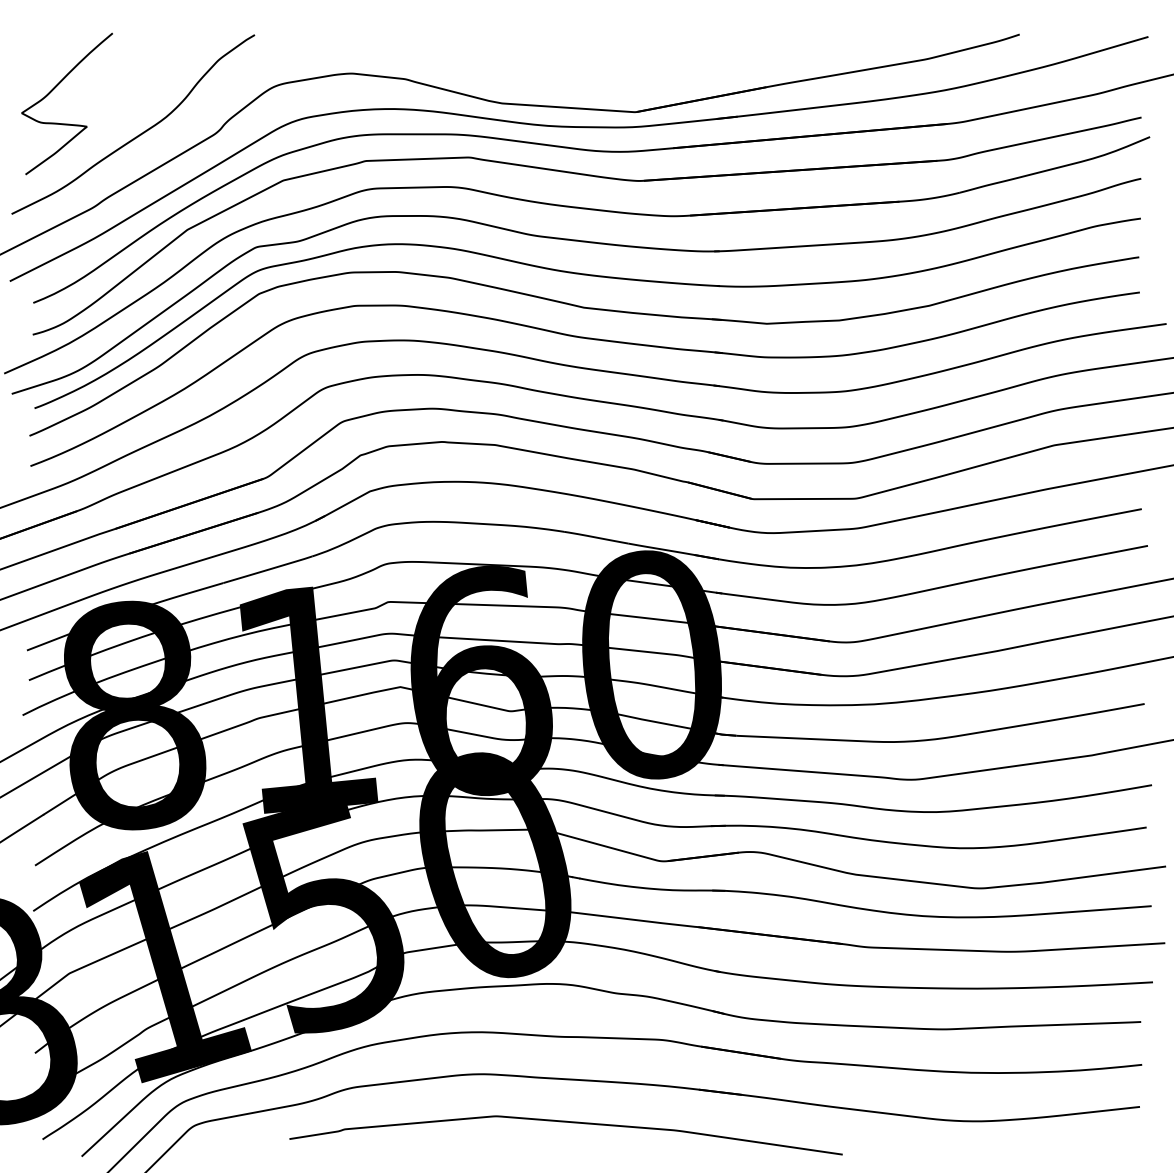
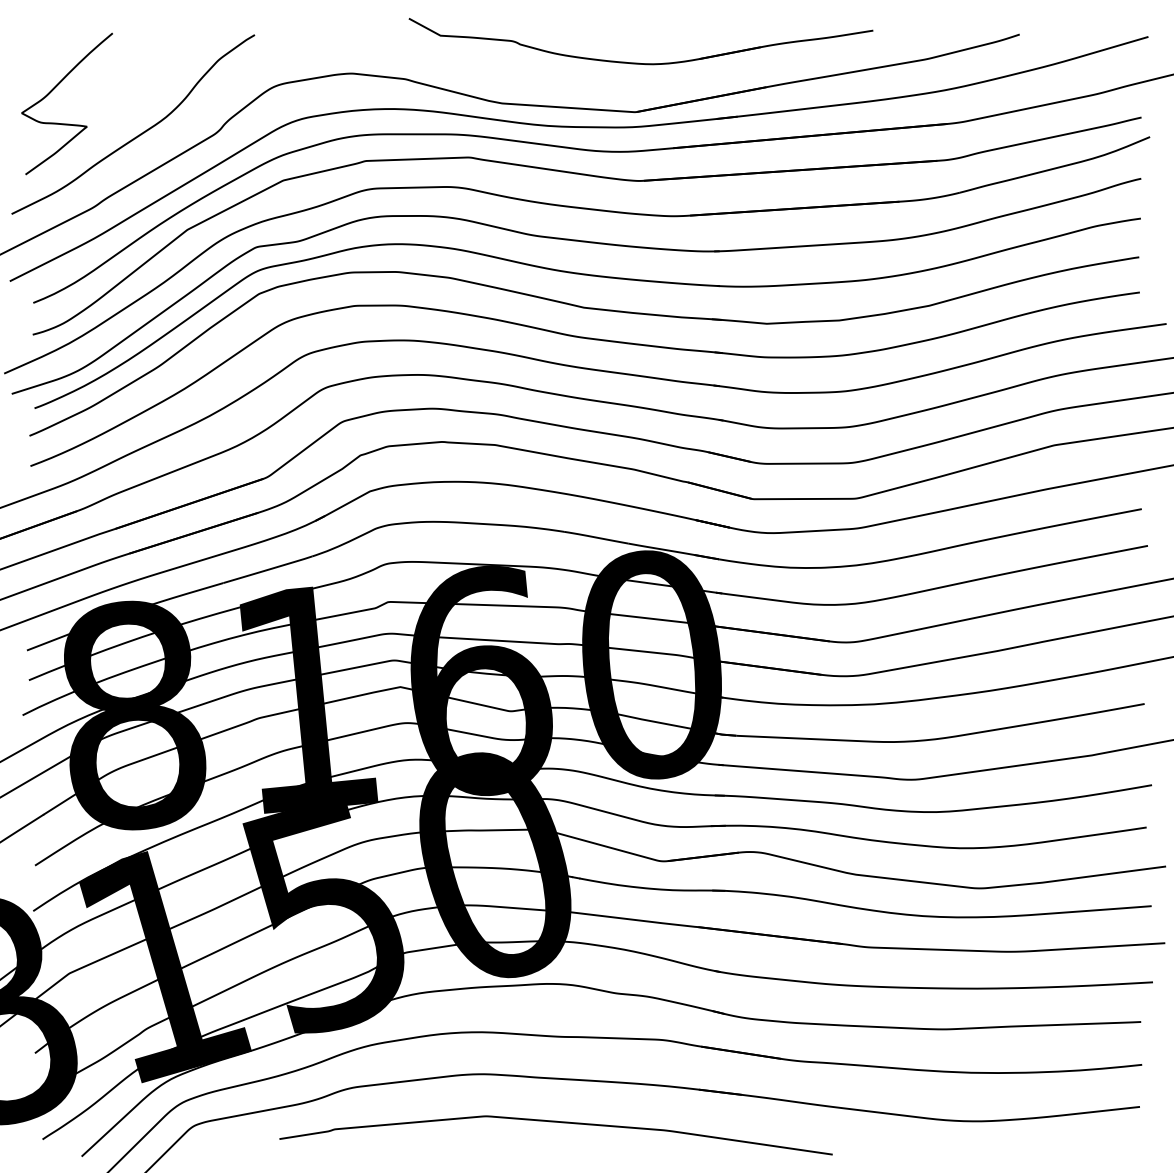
part at (639, 62): none -> present
curve at (565, 1122) position: (565, 1122) -> (555, 1122)
